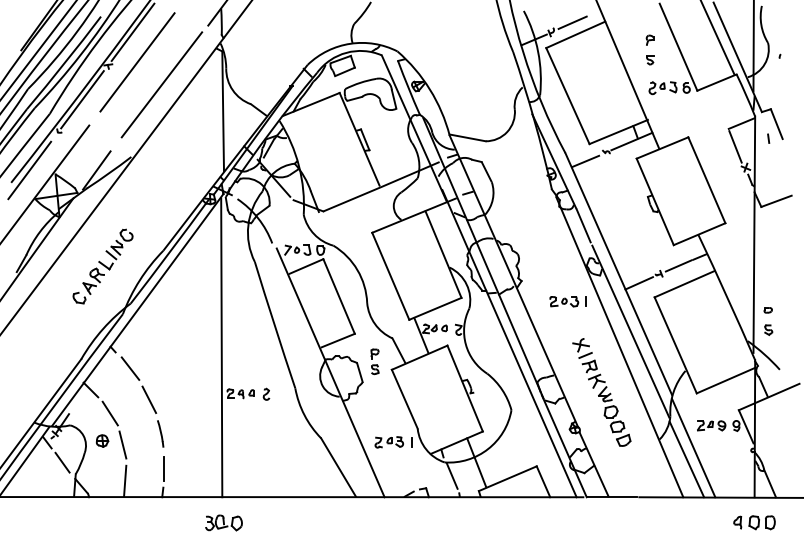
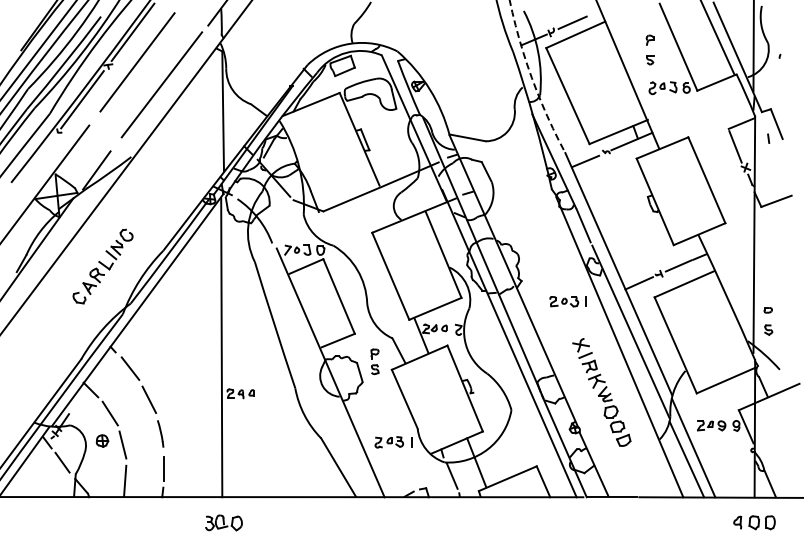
arc at (532, 78): solid -> dashed
line at (29, 170): present -> none
part at (266, 393): present -> none
